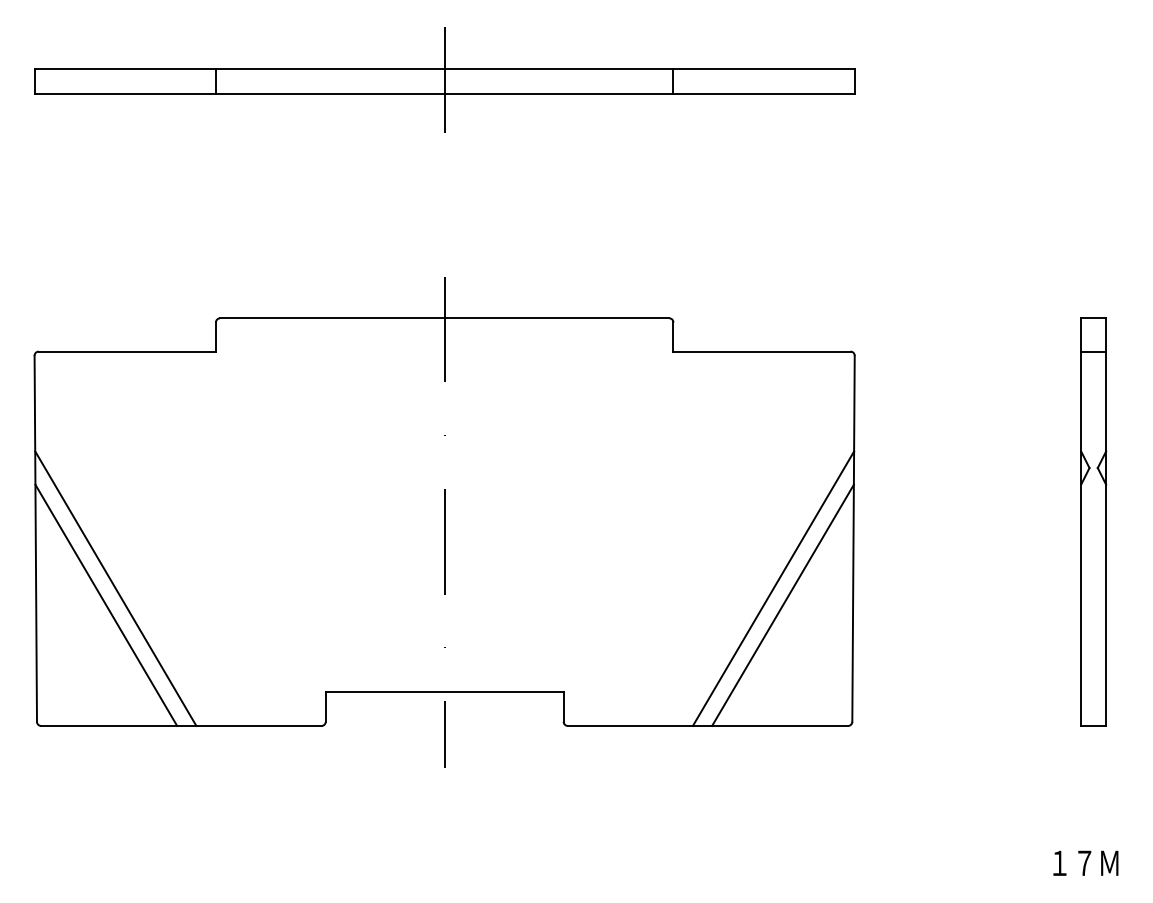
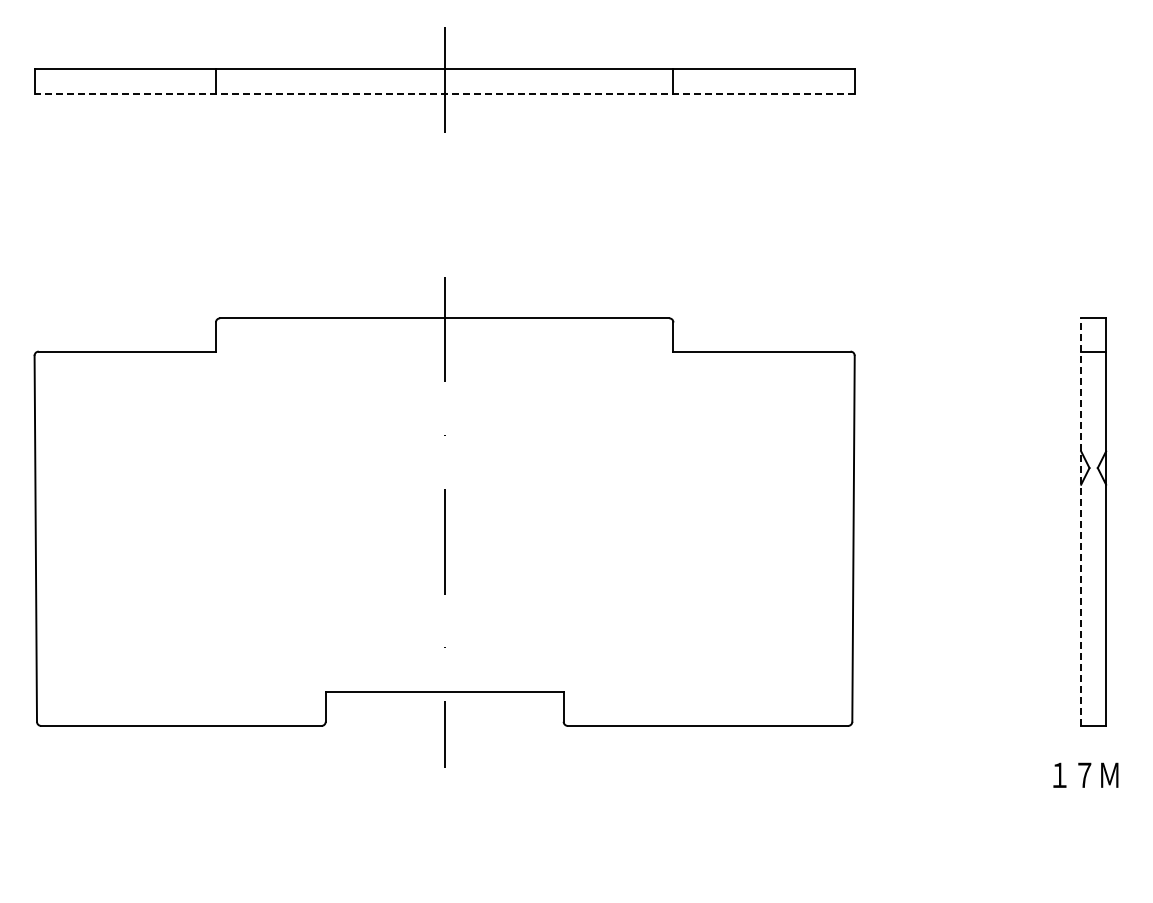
line at (444, 93): solid -> dashed
line at (1081, 522): solid -> dashed
line at (115, 588): present -> none
line at (773, 588): present -> none
line at (106, 604): present -> none
line at (782, 604): present -> none
text at (1085, 862) position: (1085, 862) -> (1085, 774)
